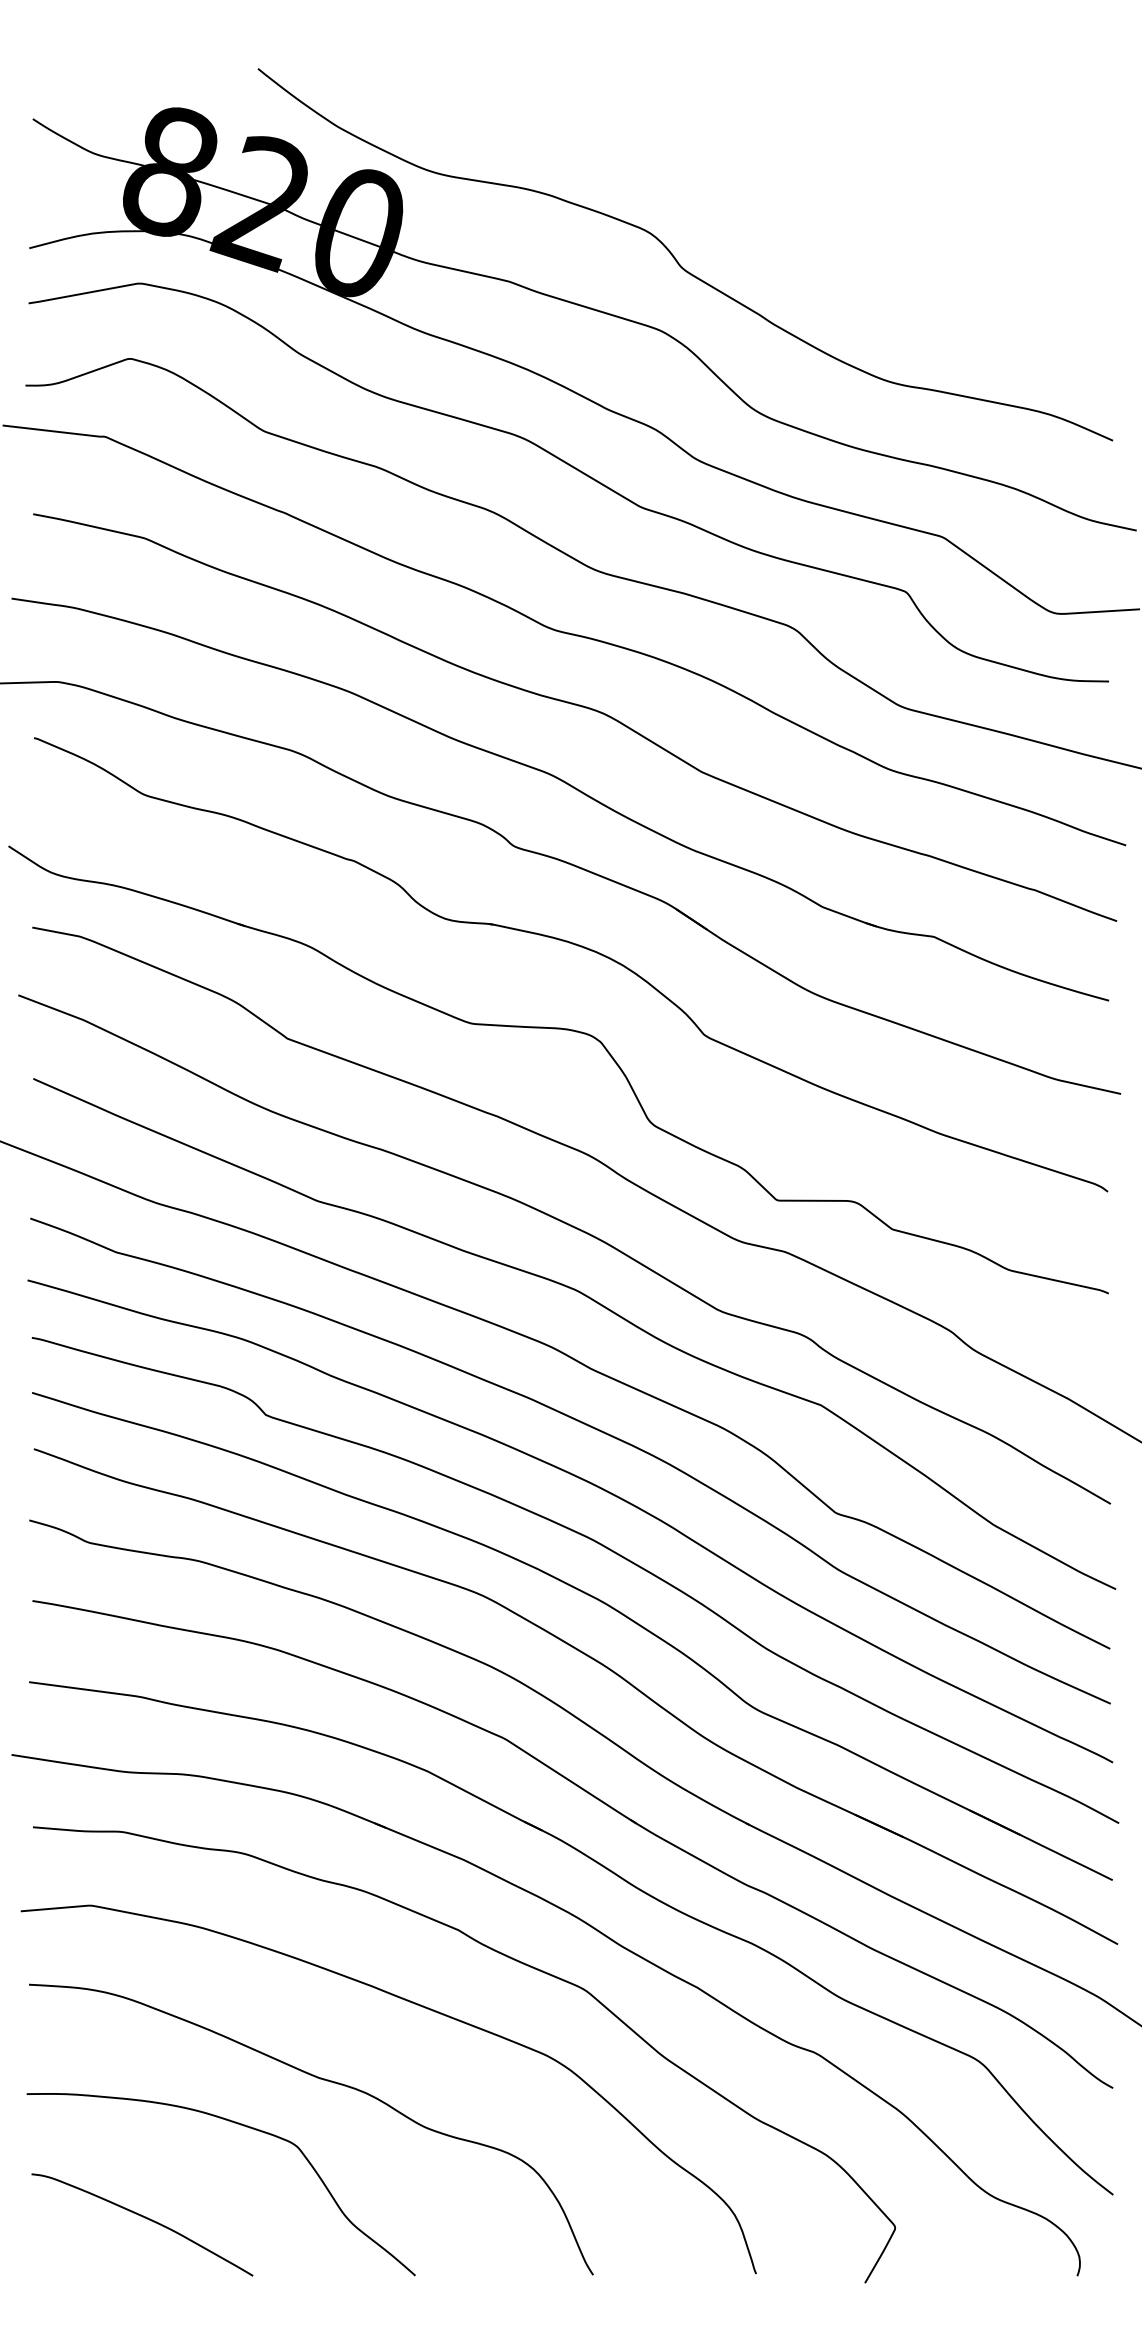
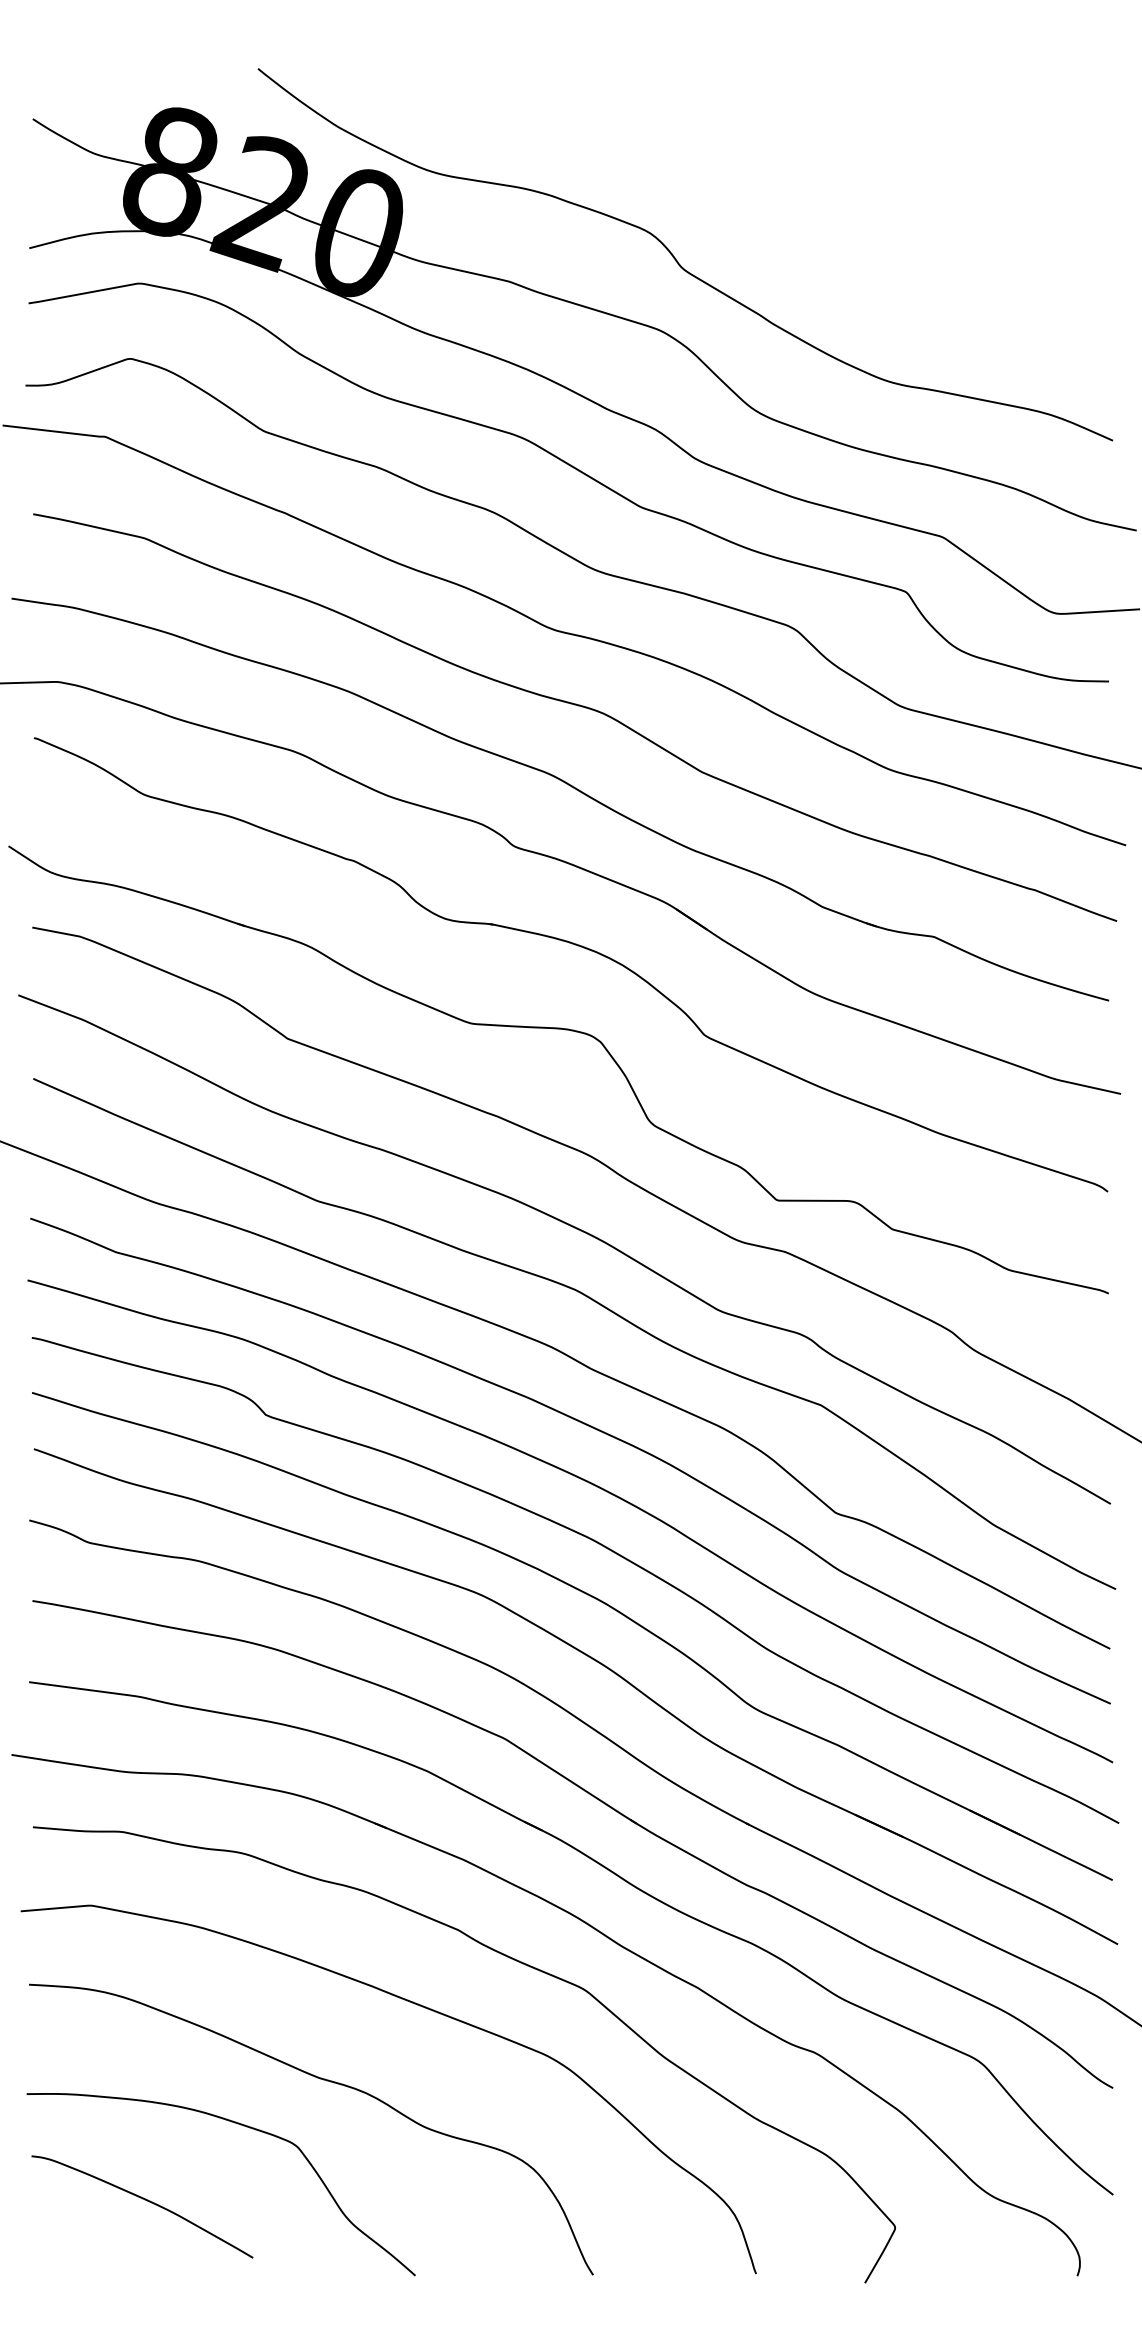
curve at (144, 2218) position: (144, 2218) -> (144, 2200)
